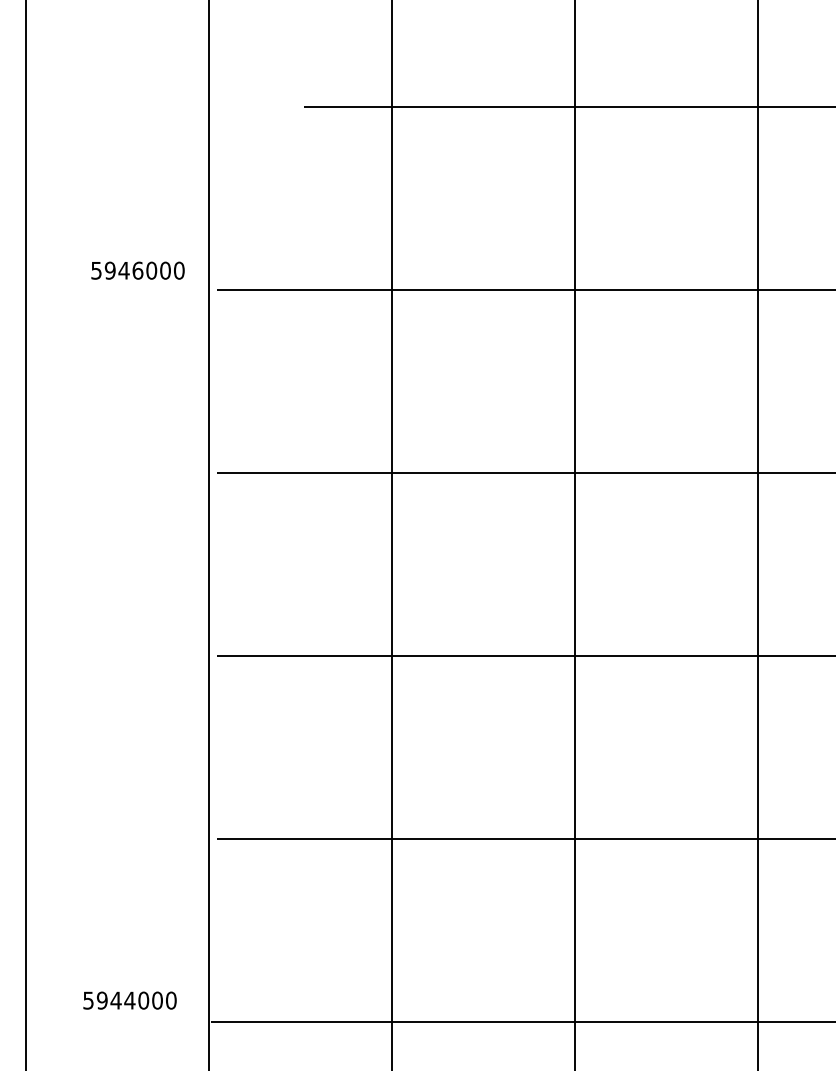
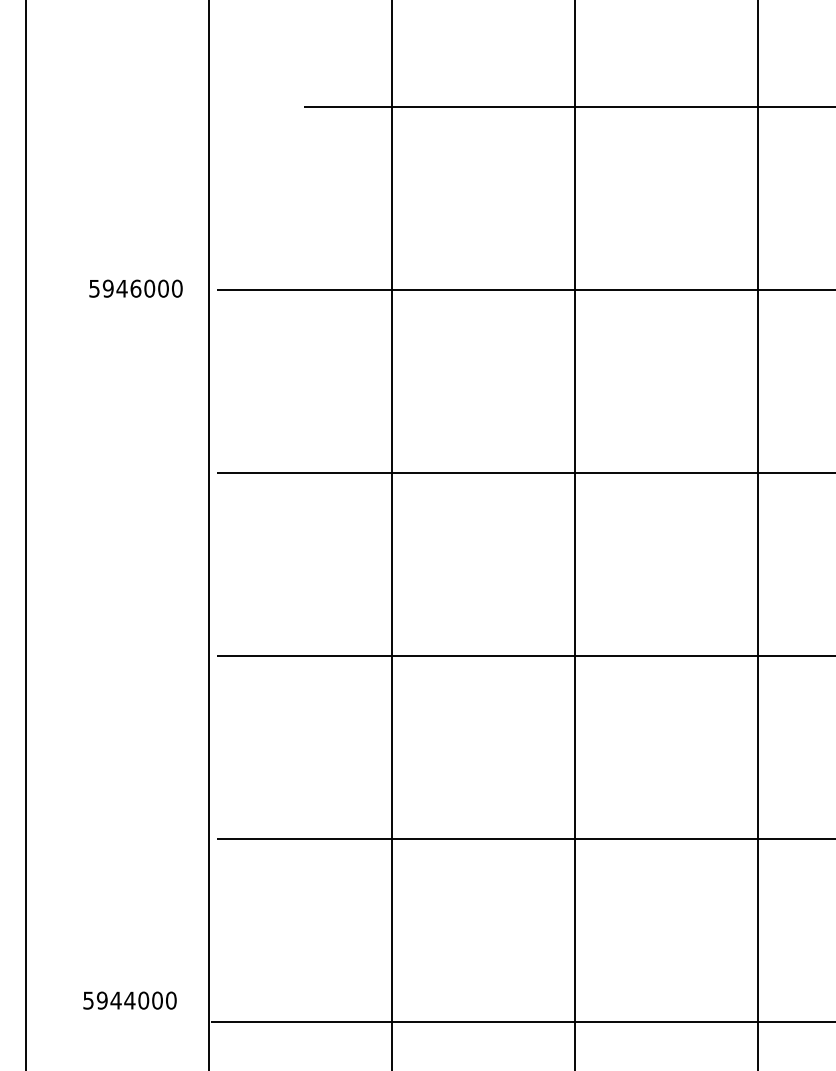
text at (137, 270) position: (137, 270) -> (135, 288)
